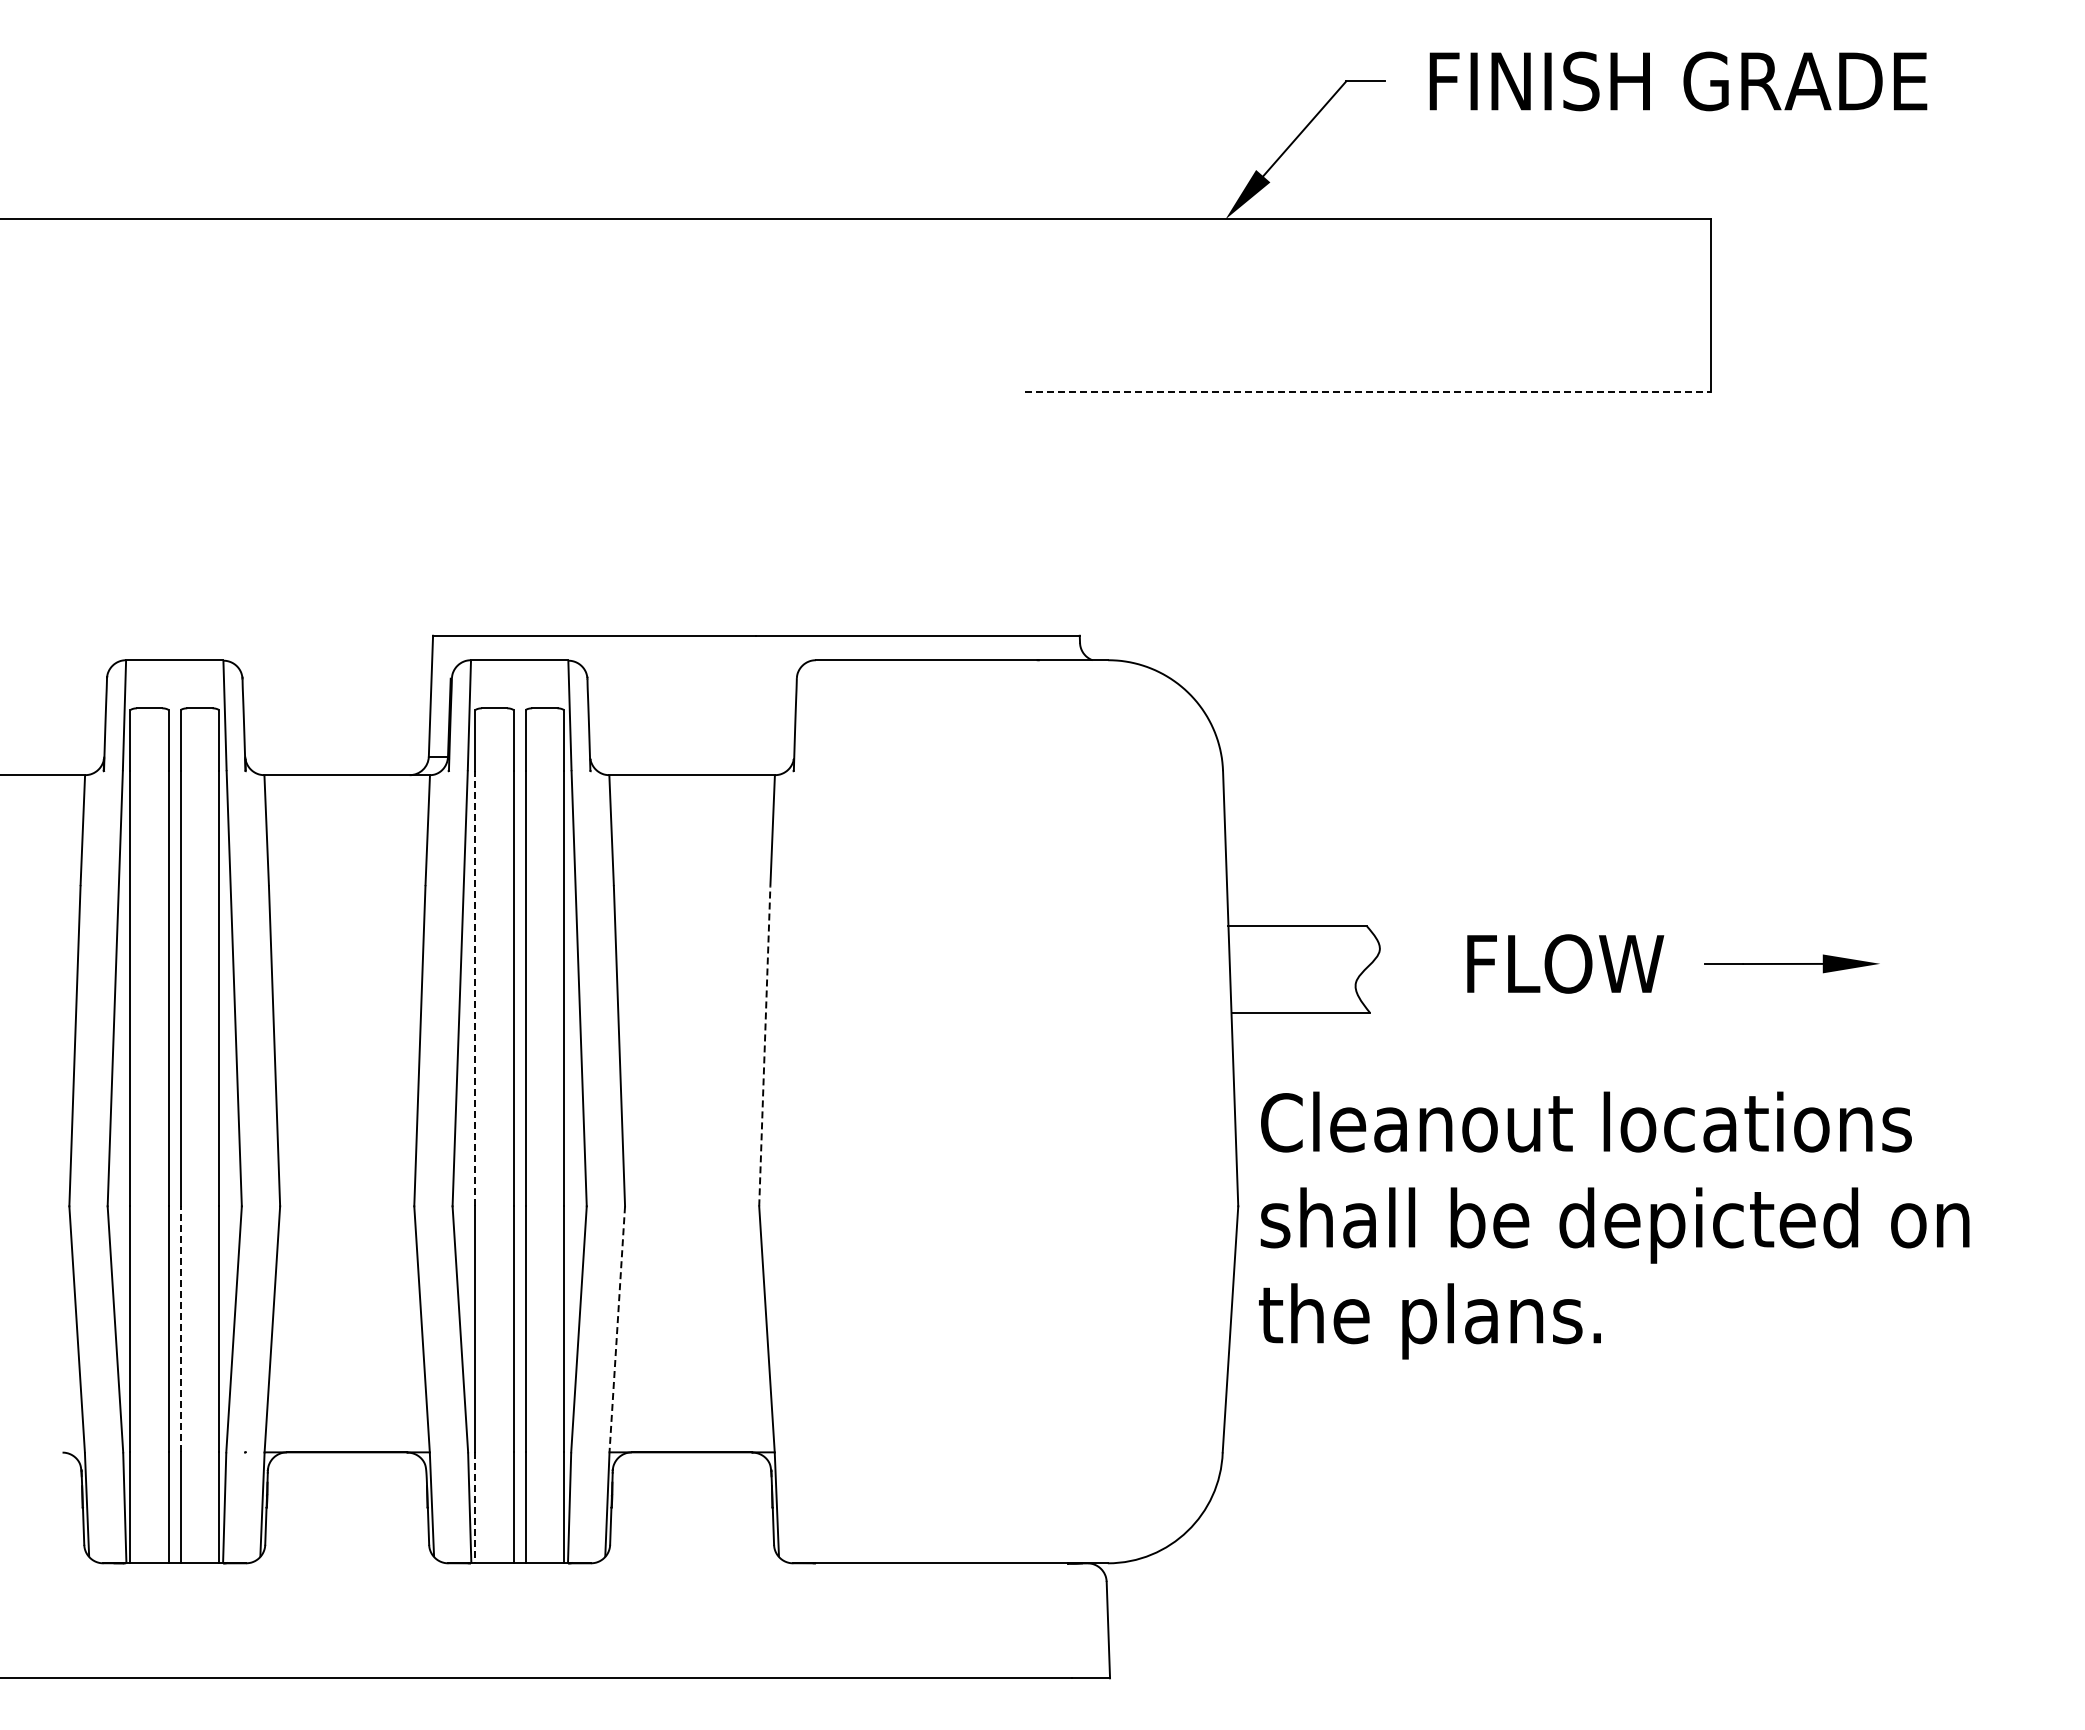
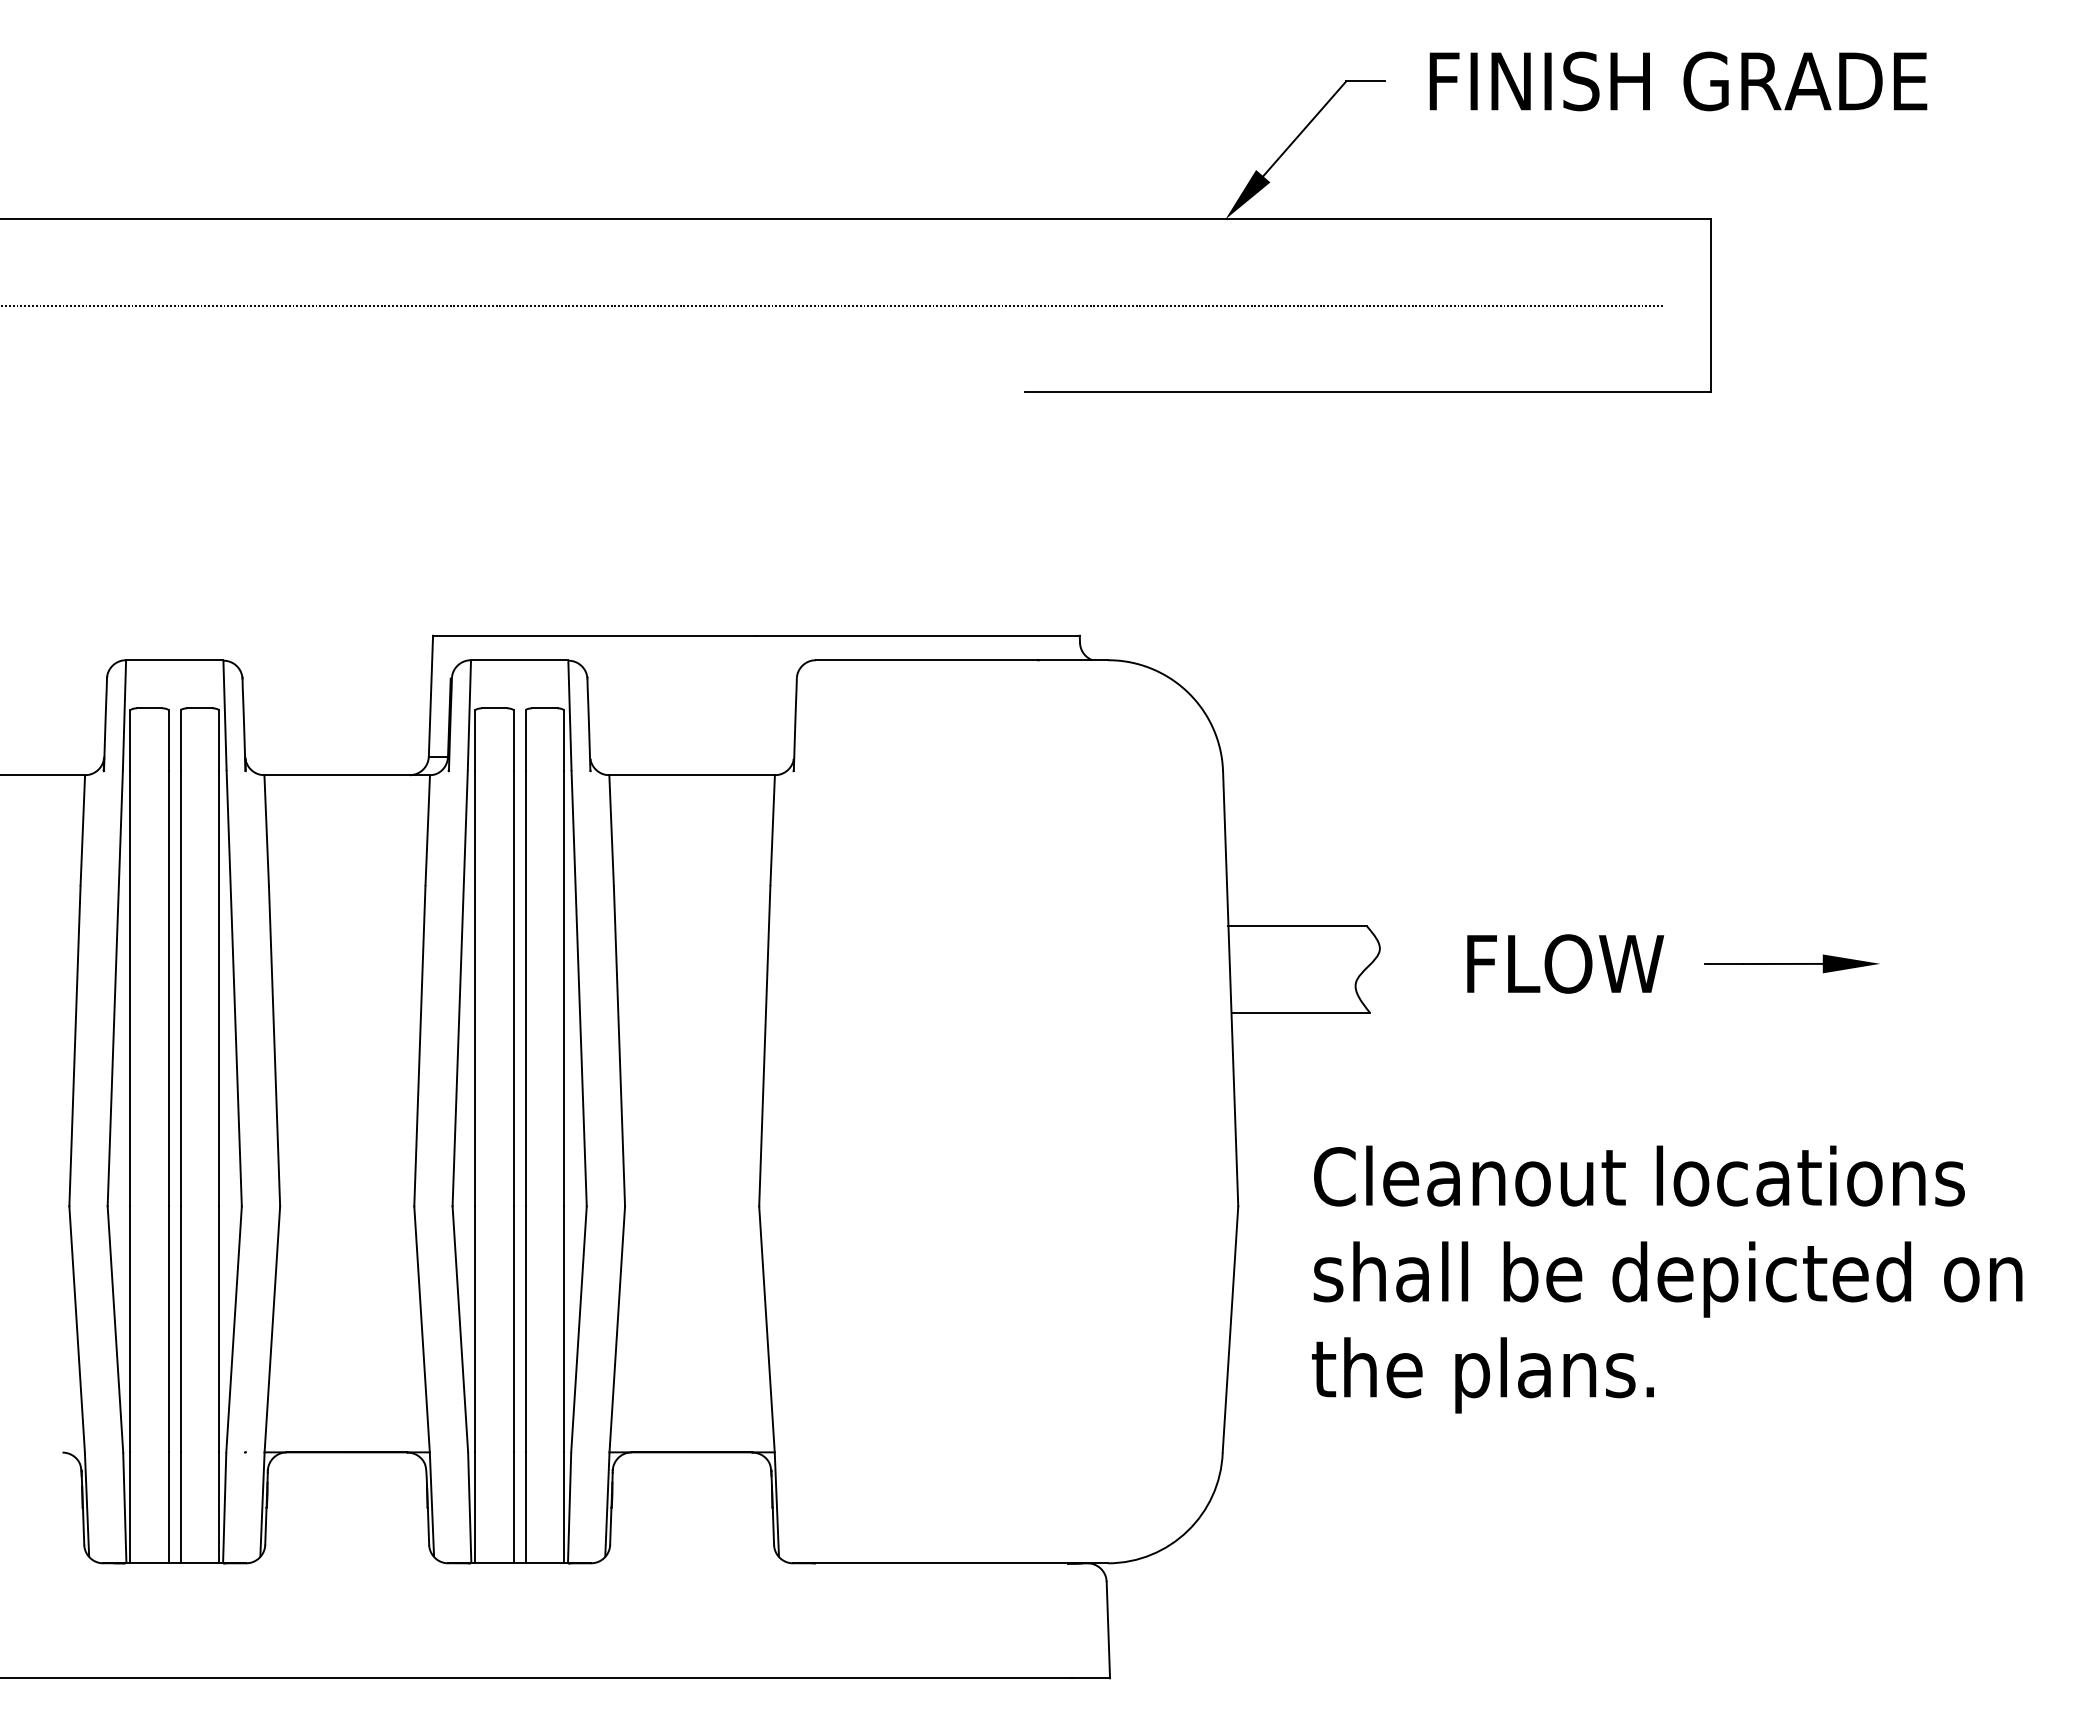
line at (832, 305): none -> present
line at (1367, 391): dashed -> solid
line at (475, 988): dashed -> solid
line at (764, 1045): dashed -> solid
text at (1614, 1225) position: (1614, 1225) -> (1667, 1279)
line at (180, 1328): dashed -> solid
line at (617, 1329): dashed -> solid
line at (475, 1508): dashed -> solid
